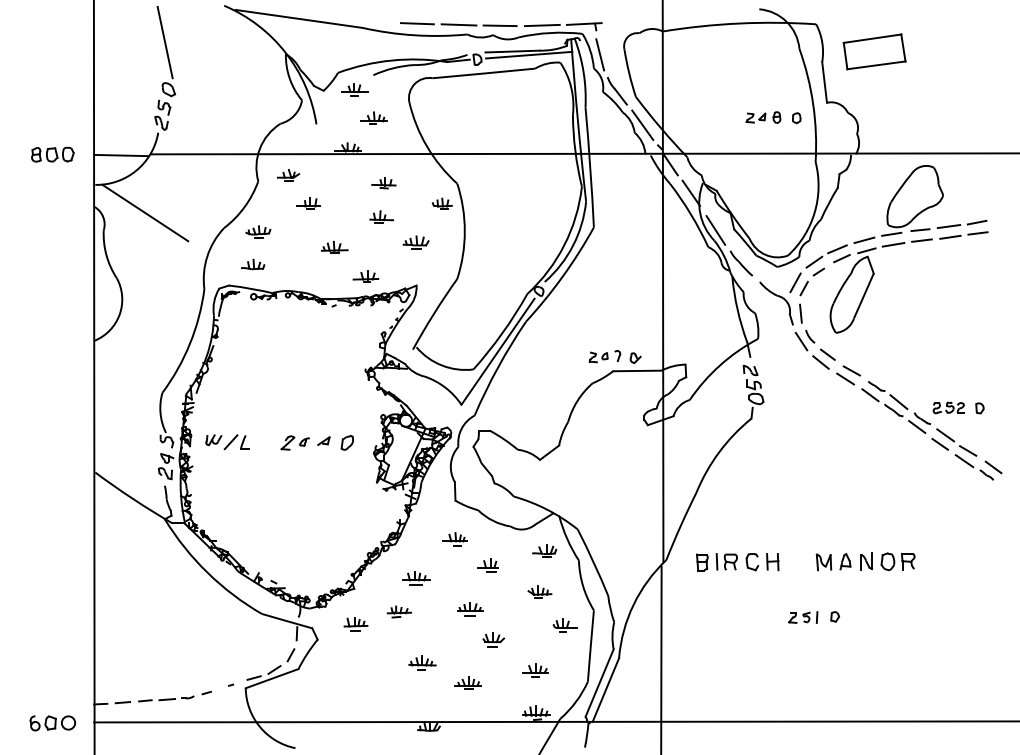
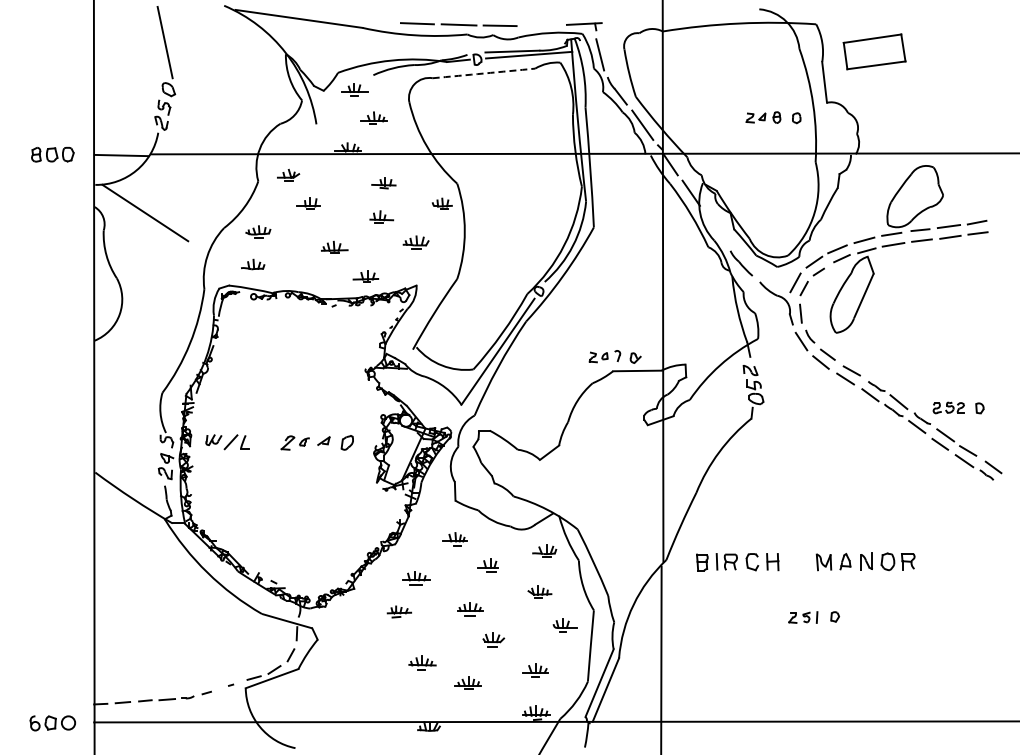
line at (542, 25): present -> none
arc at (483, 73): solid -> dashed
line at (715, 230): present -> none
part at (355, 624): present -> none
